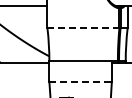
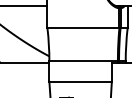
line at (83, 28): dashed -> solid
line at (81, 81): dashed -> solid
